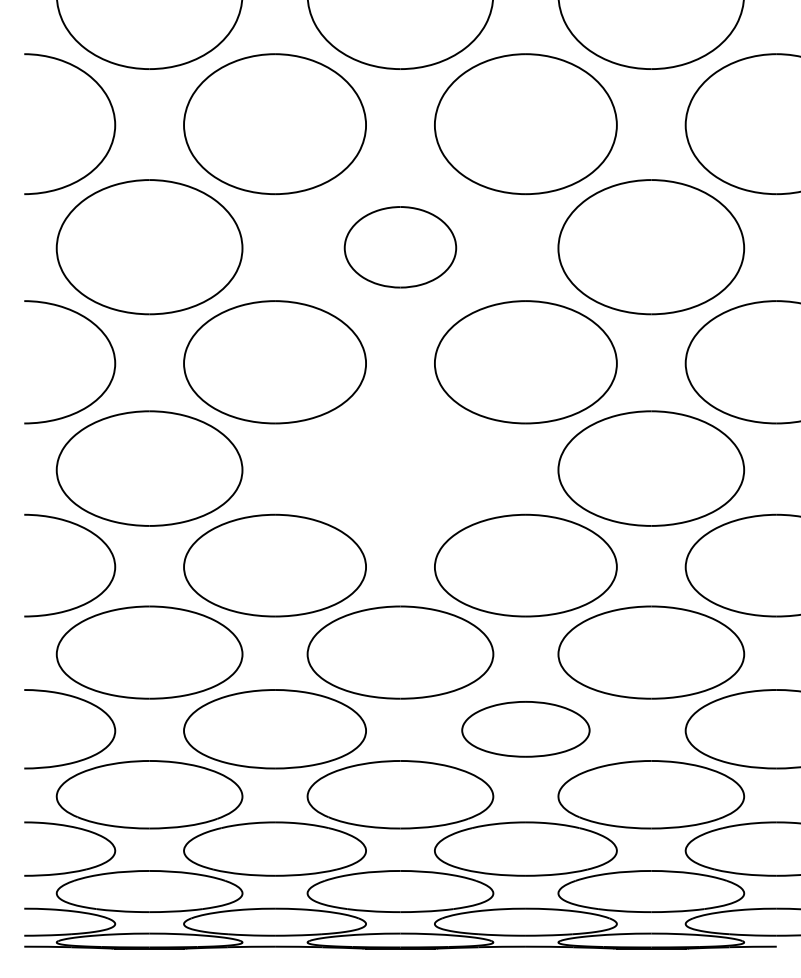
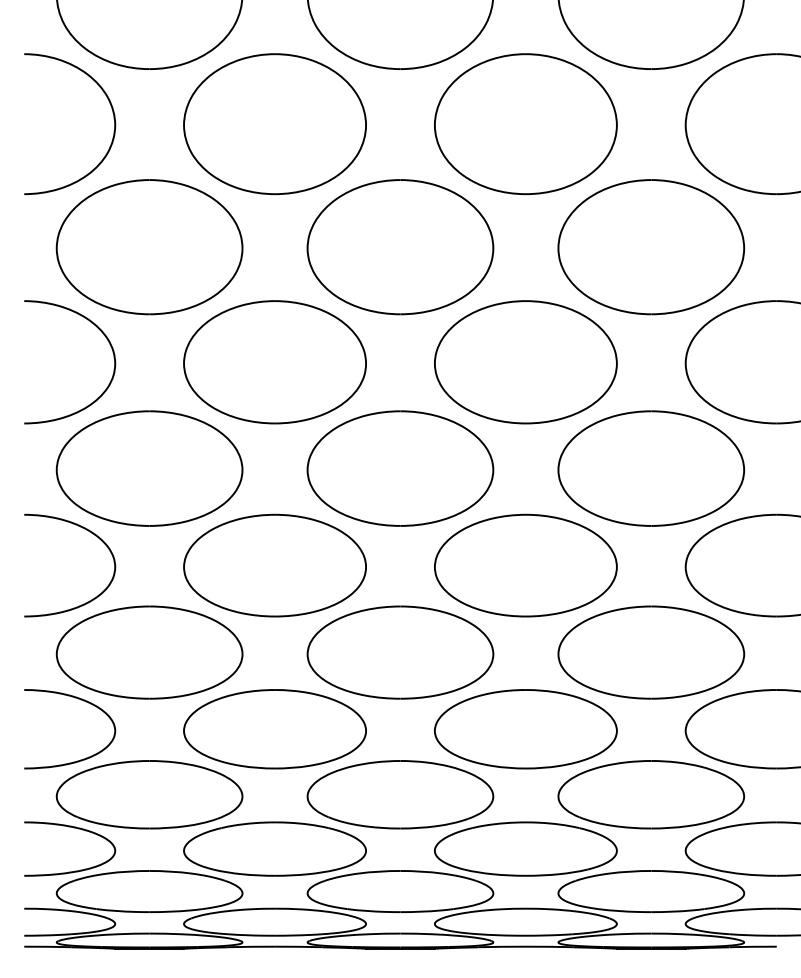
part at (400, 247) size: 115x83 px -> 189x137 px
part at (400, 468): none -> present
part at (525, 729) size: 130x57 px -> 184x81 px
